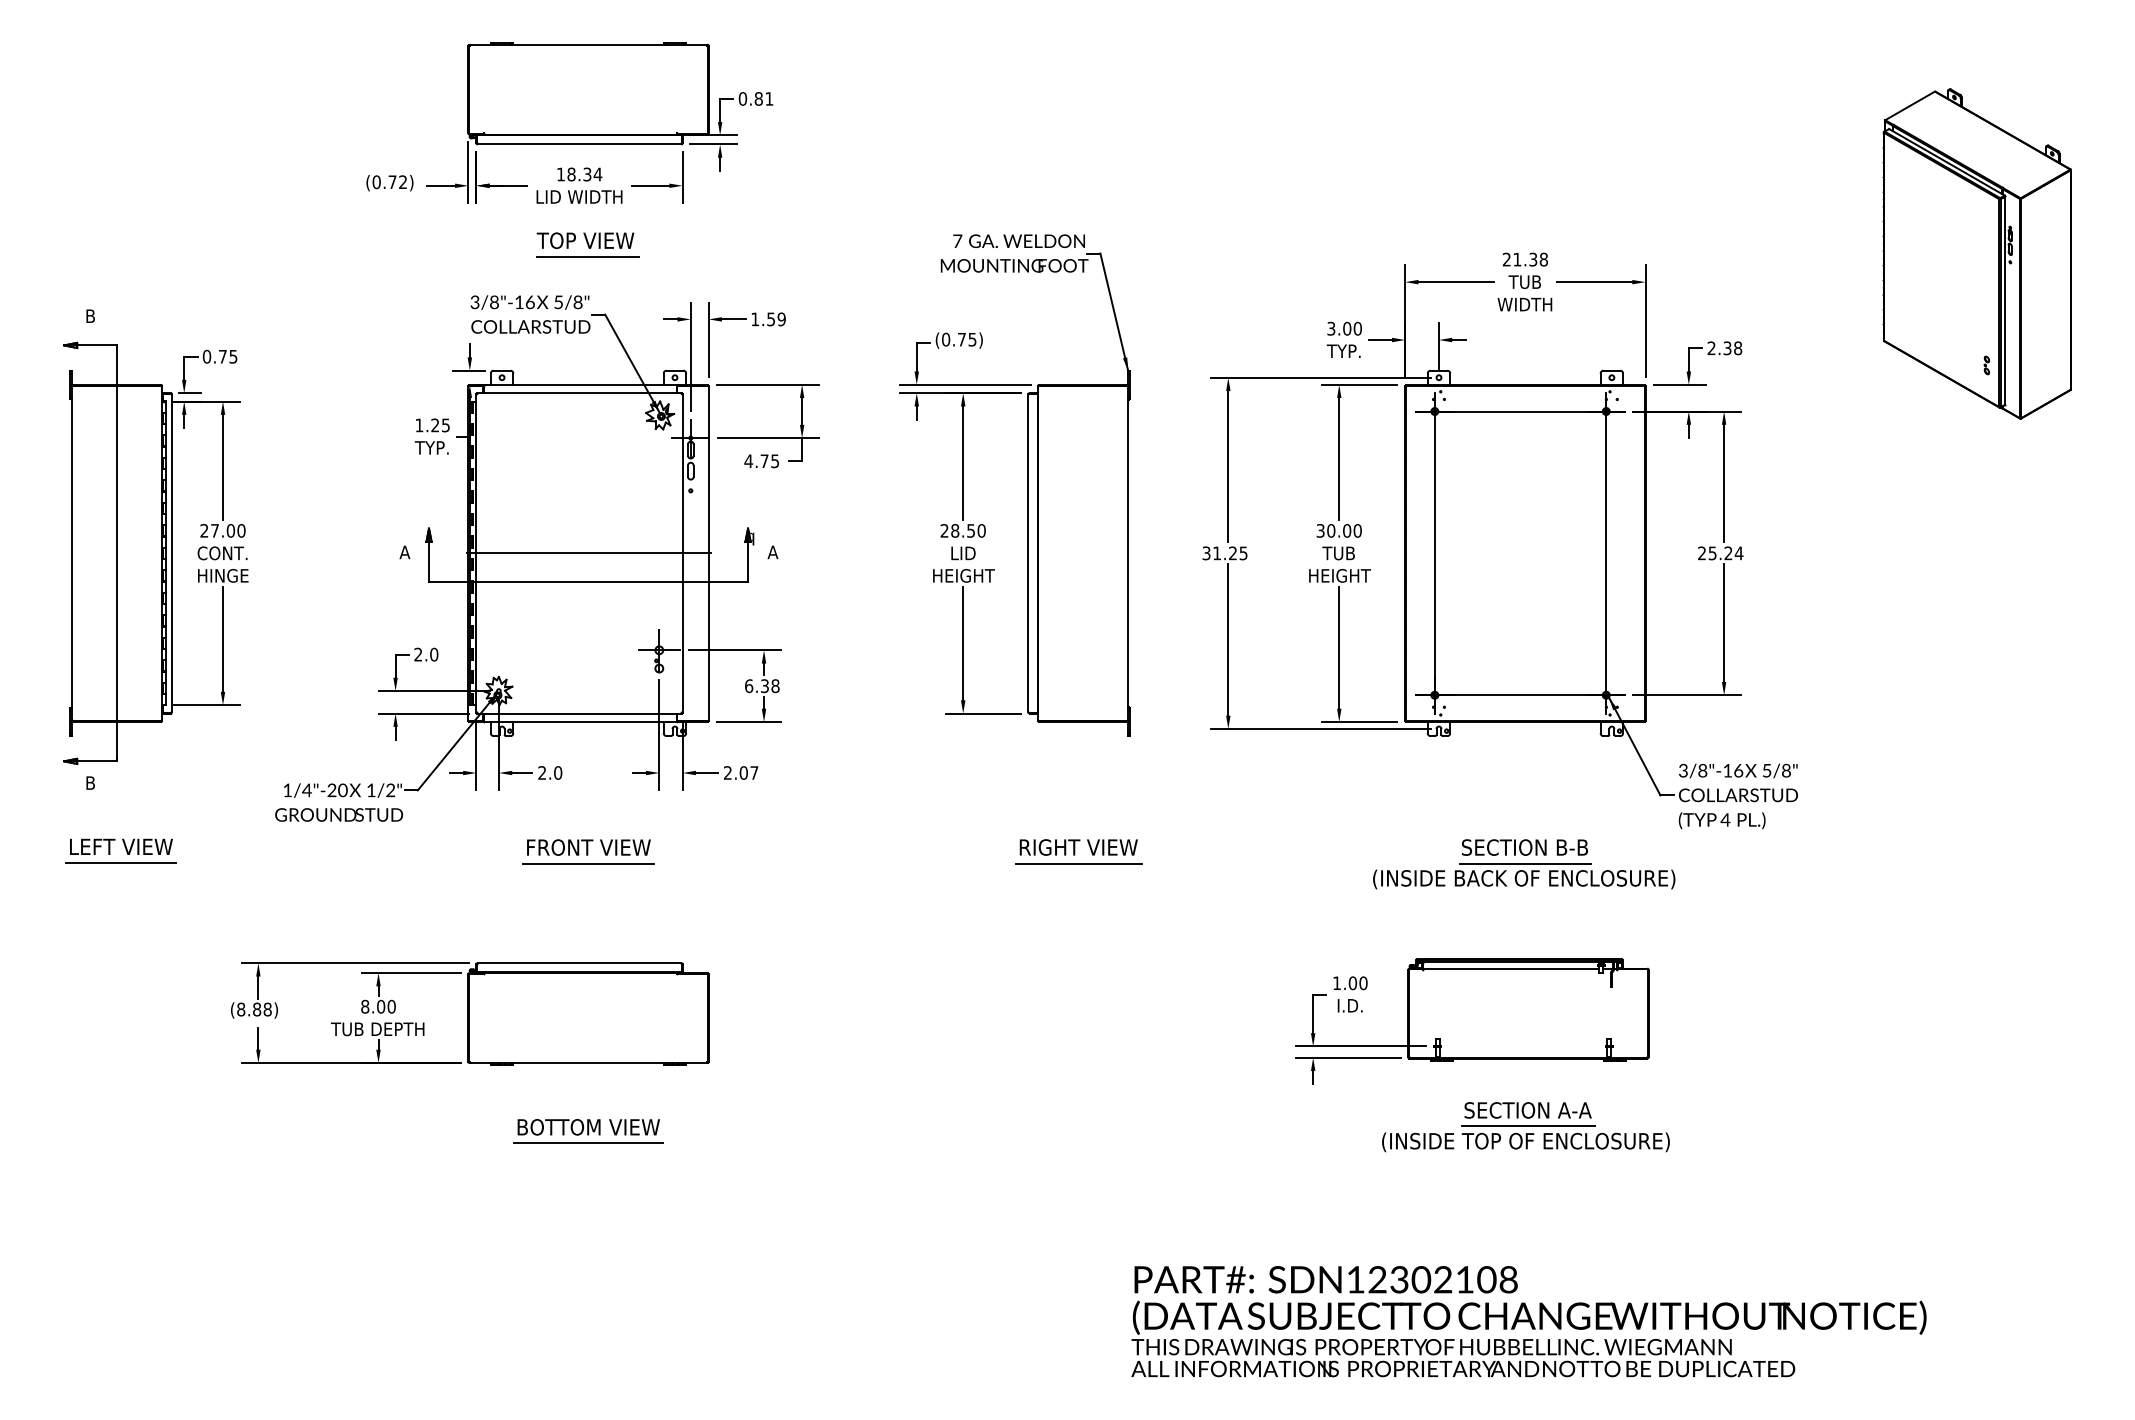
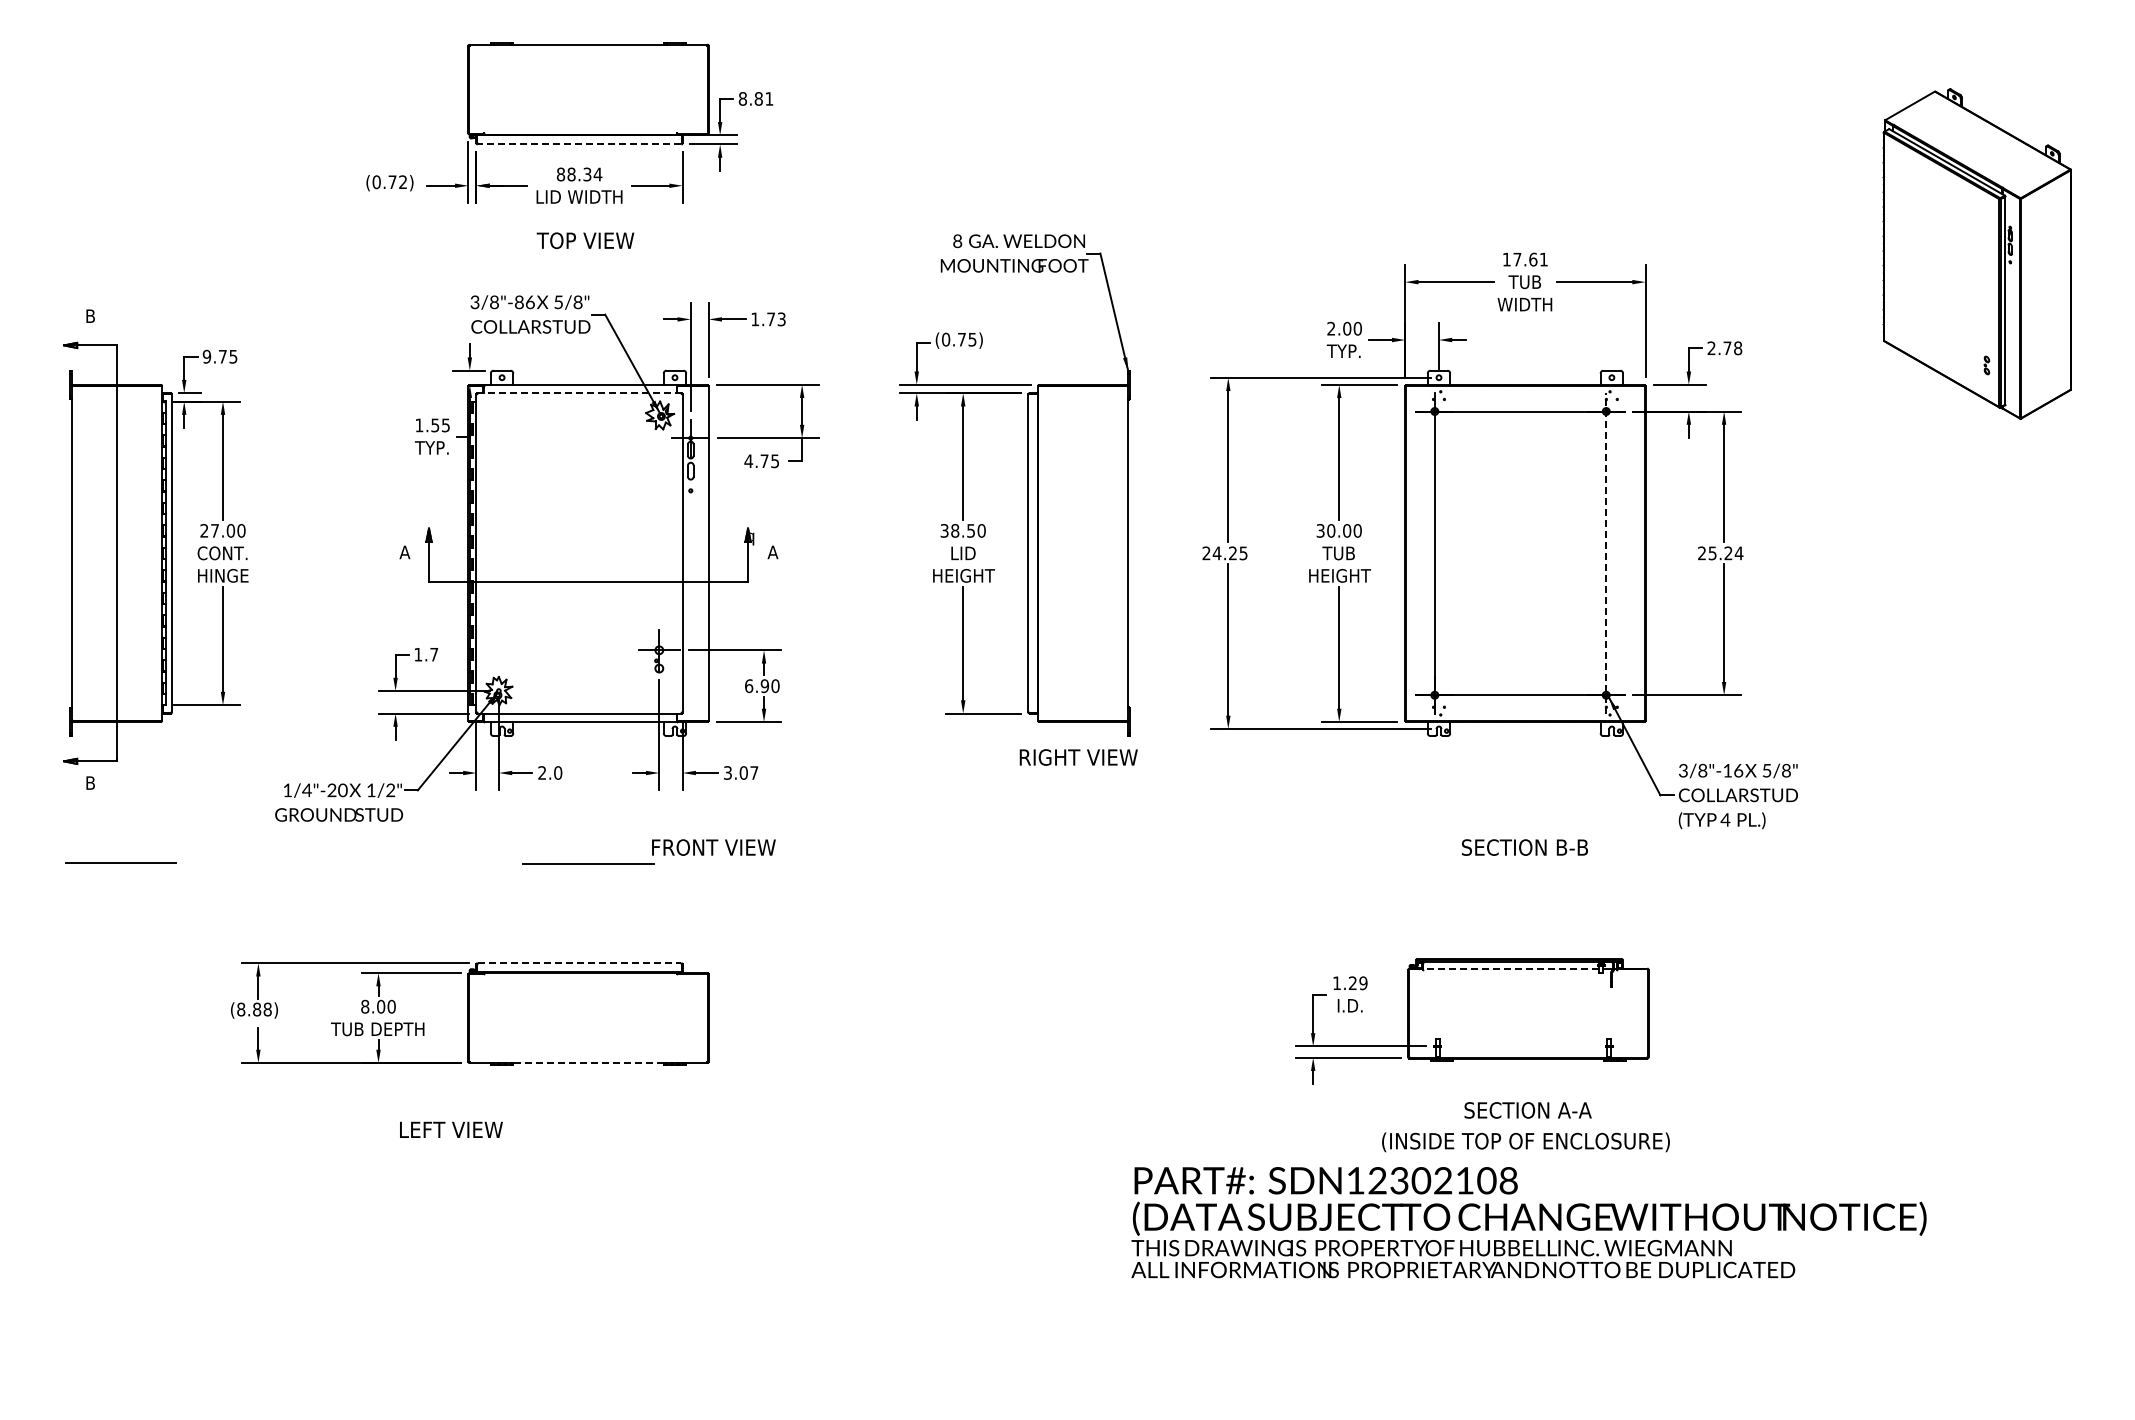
text at (742, 98): 0.81 -> 8.81
line at (579, 144): solid -> dashed
text at (560, 174): 18.34 -> 88.34
text at (957, 241): 7 -> 8
line at (587, 256): present -> none
text at (1524, 259): 21.38 -> 17.61
text at (518, 302): 3/8"-16 -> 3/8"-86
text at (776, 319): 1.59 -> 1.73
text at (1331, 328): 3.00 -> 2.00
text at (1727, 348): 2.38 -> 2.78
text at (206, 356): 0.75 -> 9.75
line at (580, 393): solid -> dashed
text at (435, 425): 1.25 -> 1.55
text at (944, 530): 28.50 -> 38.50
line at (588, 553): present -> none
text at (1211, 553): 31.25 -> 24.25
line at (1606, 553): solid -> dashed
text at (426, 654): 2.0 -> 1.7
text at (769, 685): 6.38 -> 6.90
text at (727, 772): 2.07 -> 3.07
text at (121, 846) position: (121, 846) -> (451, 1129)
text at (588, 847) position: (588, 847) -> (713, 847)
text at (1078, 847) position: (1078, 847) -> (1078, 757)
line at (1079, 863): present -> none
part at (1524, 876): present -> none
line at (579, 963): solid -> dashed
line at (1510, 969): solid -> dashed
text at (1357, 983): 1.00 -> 1.29
line at (588, 1063): solid -> dashed
line at (1528, 1126): present -> none
part at (588, 1131): present -> none
text at (1528, 1321) position: (1528, 1321) -> (1528, 1222)
